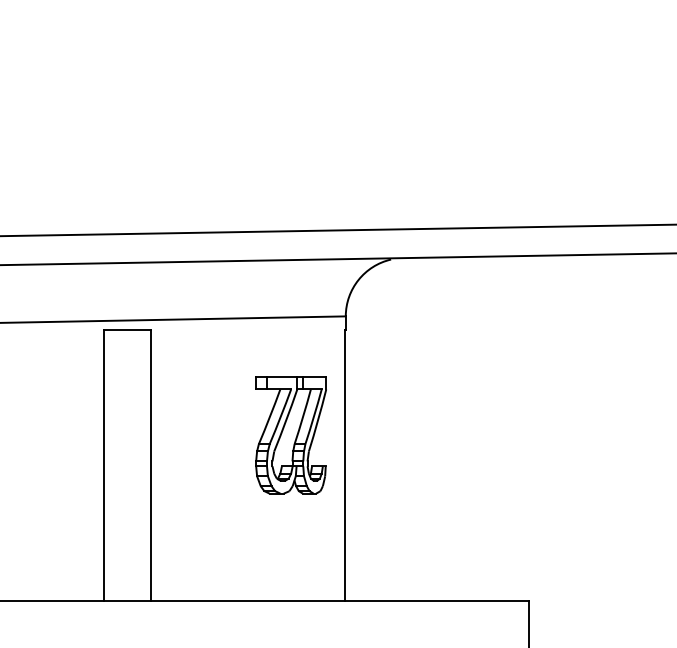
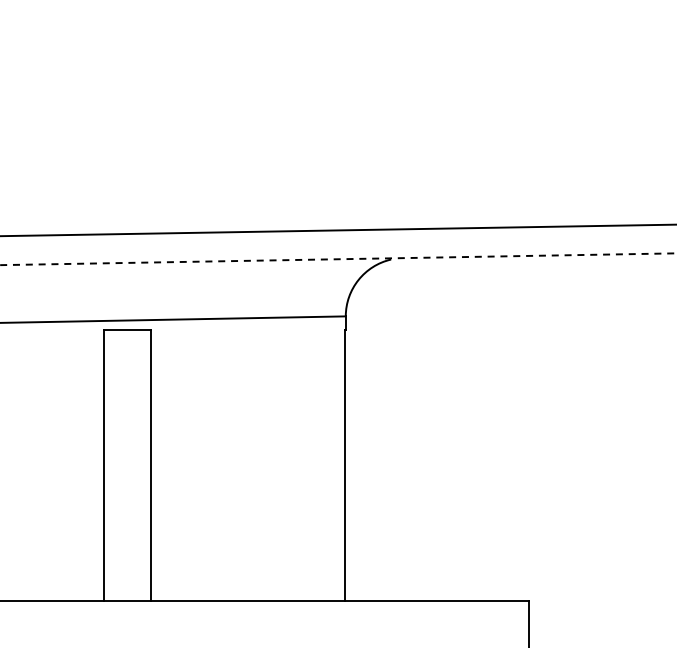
line at (338, 259): solid -> dashed
part at (290, 435): present -> none
